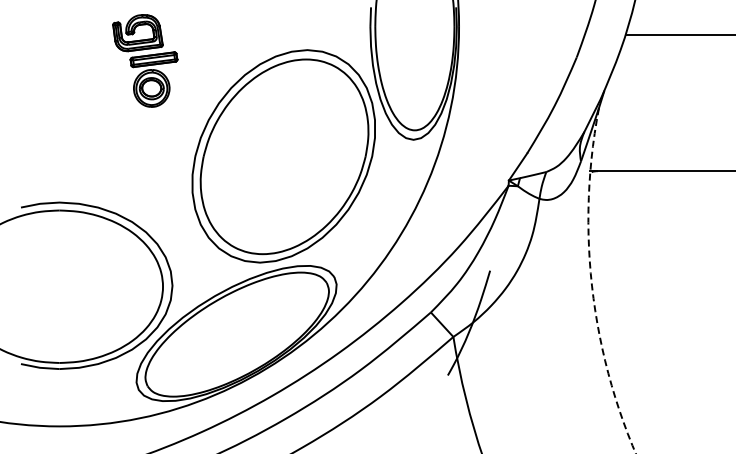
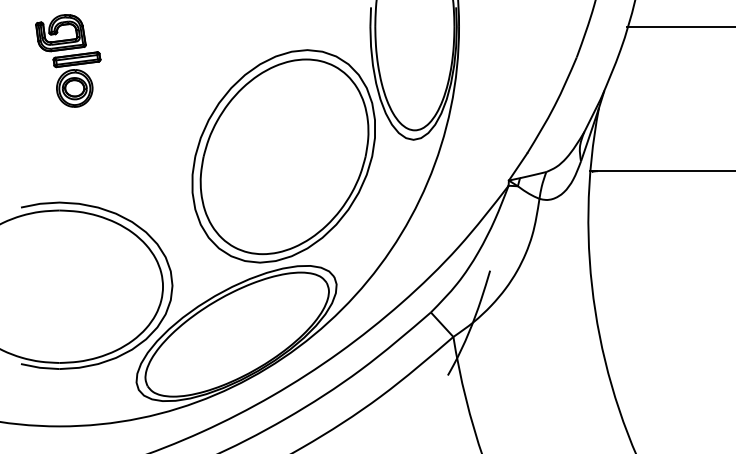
line at (679, 34) position: (679, 34) -> (679, 26)
part at (145, 60) position: (145, 60) -> (68, 60)
arc at (591, 285): dashed -> solid
